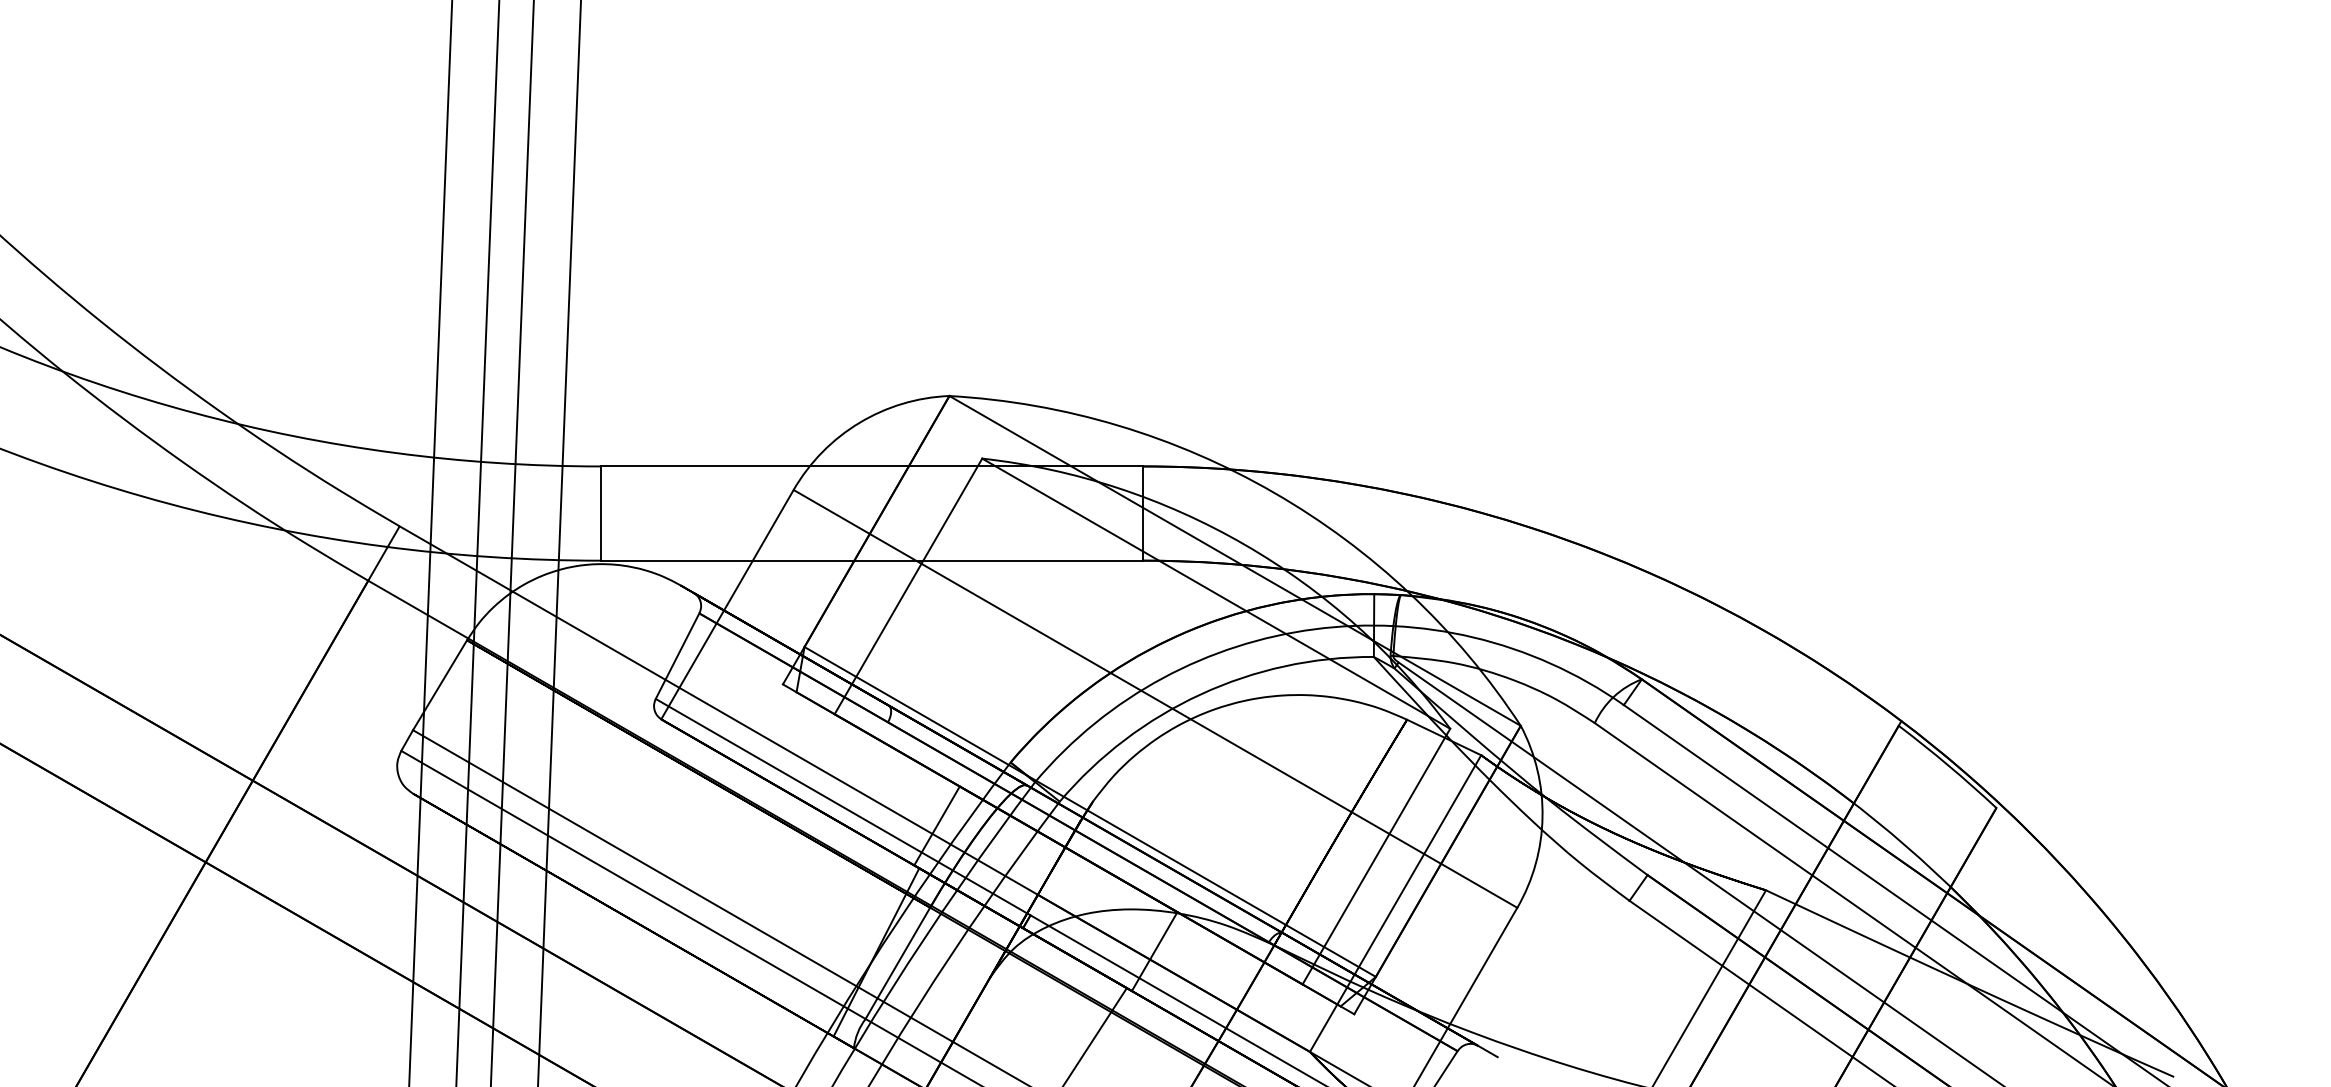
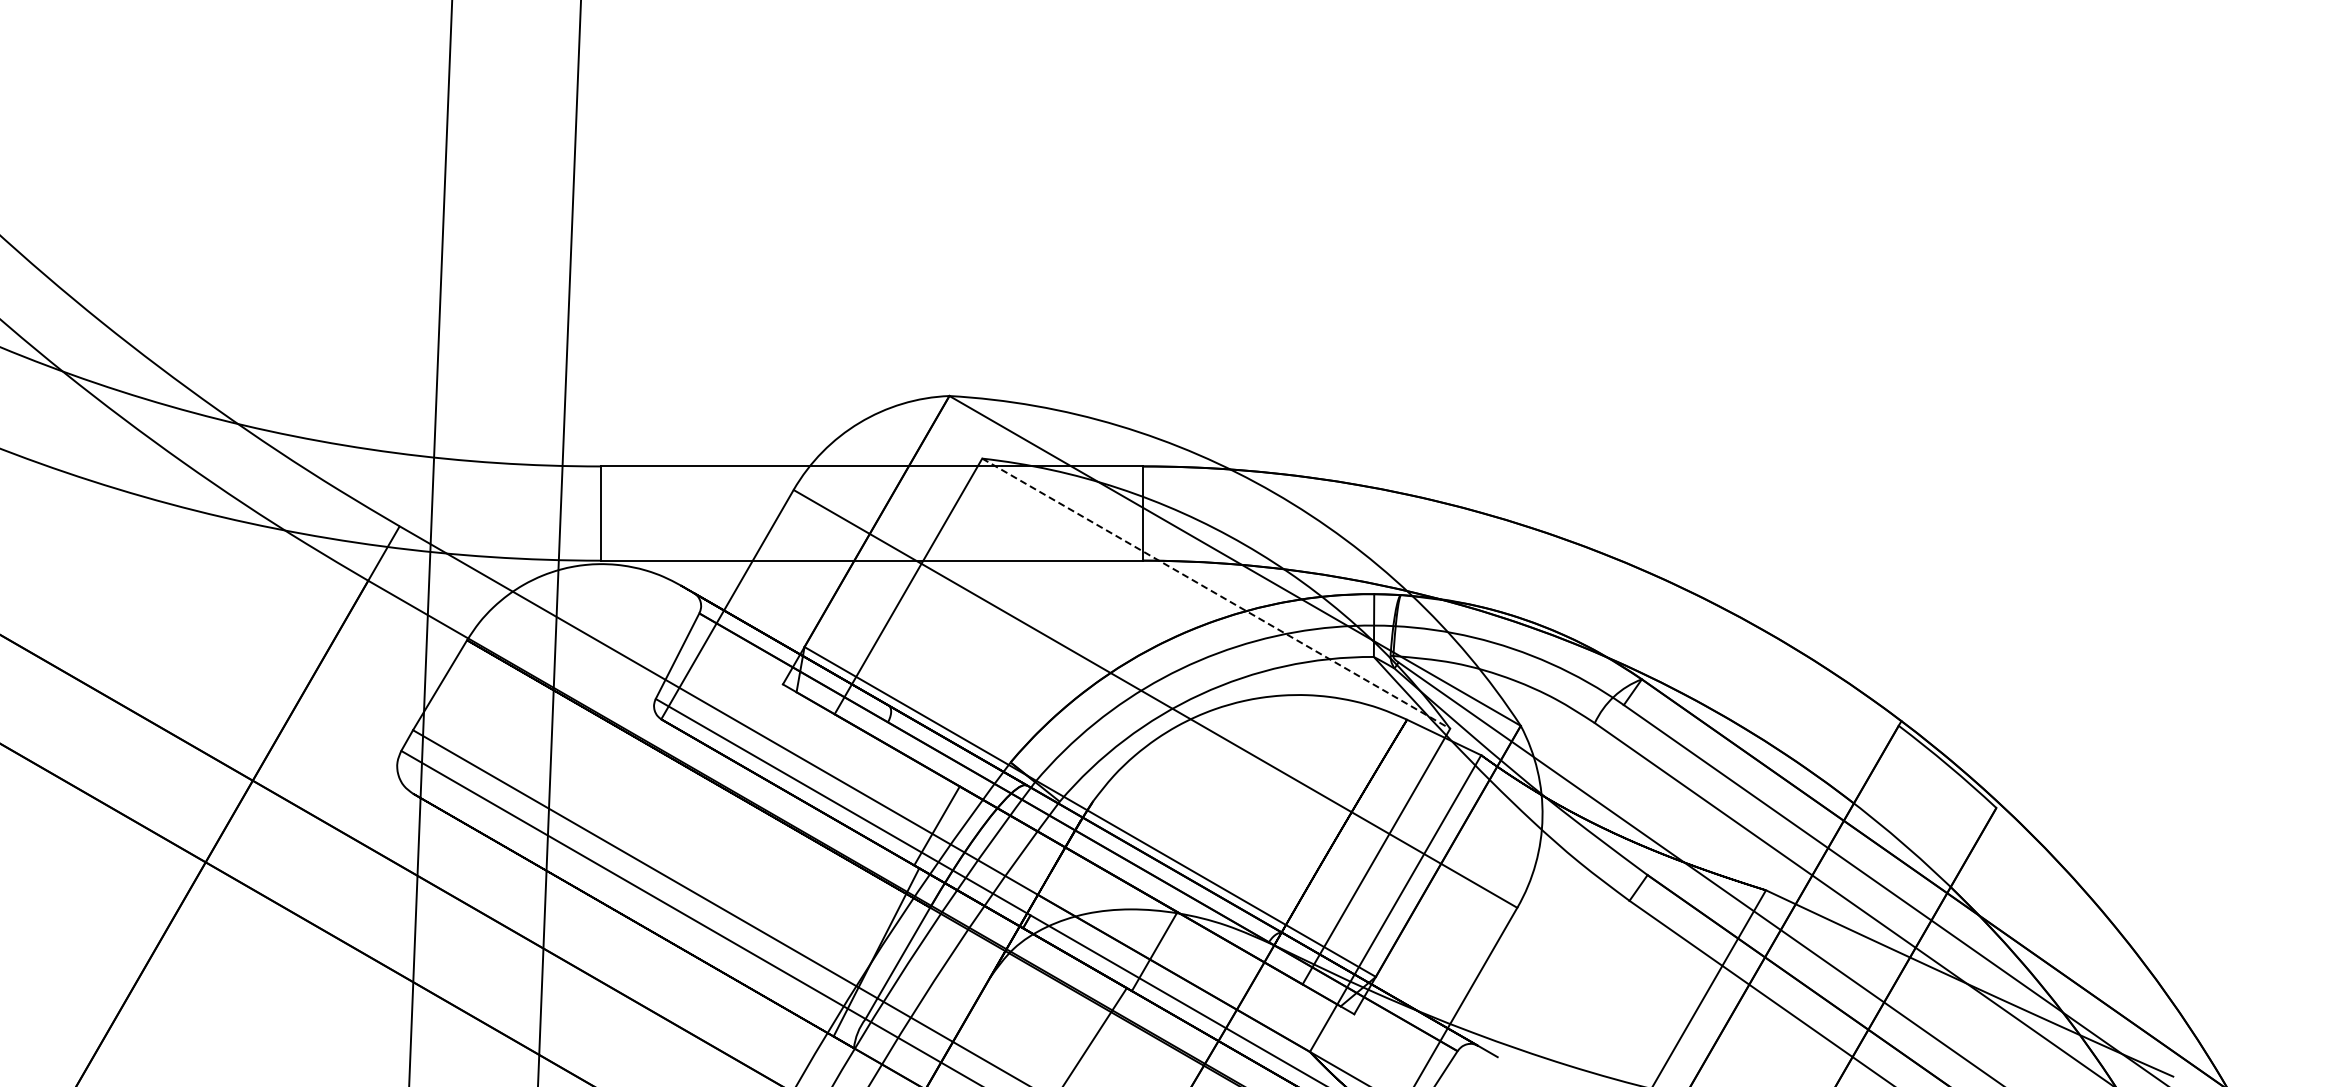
line at (477, 542): present -> none
line at (512, 542): present -> none
line at (1216, 593): solid -> dashed
